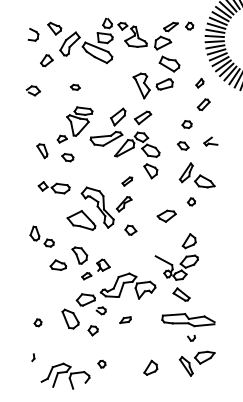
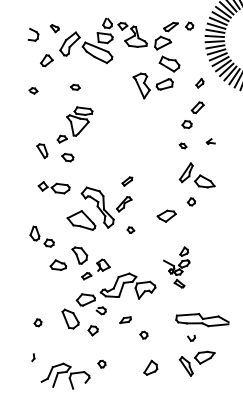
part at (54, 28) size: 16x15 px -> 11x10 px
part at (33, 90) size: 17x12 px -> 11x8 px
part at (203, 104) position: (203, 104) -> (197, 107)
part at (210, 141) size: 16x11 px -> 11x8 px
part at (124, 143): present -> none
part at (182, 145) size: 14x10 px -> 10x8 px
part at (130, 229) size: 14x12 px -> 10x8 px
part at (176, 267) size: 45x69 px -> 28x43 px
part at (188, 320) position: (188, 320) -> (202, 320)
part at (143, 334): none -> present
